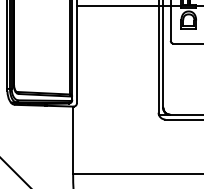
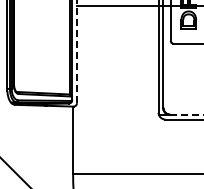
line at (76, 51): solid -> dashed
line at (187, 114): solid -> dashed
